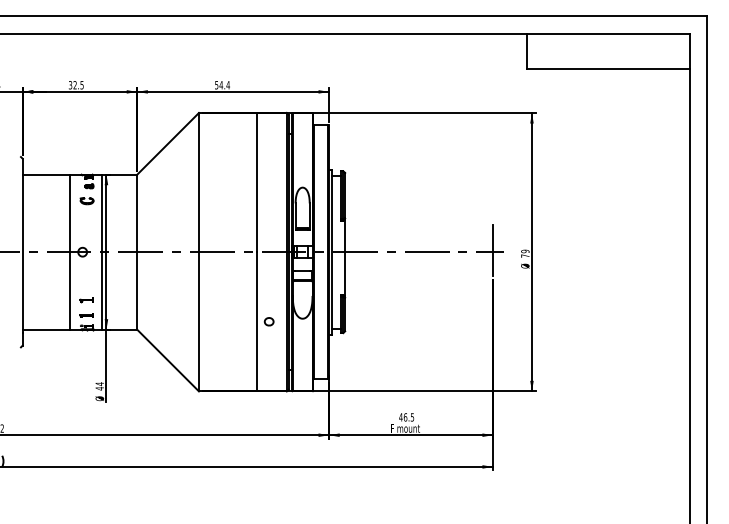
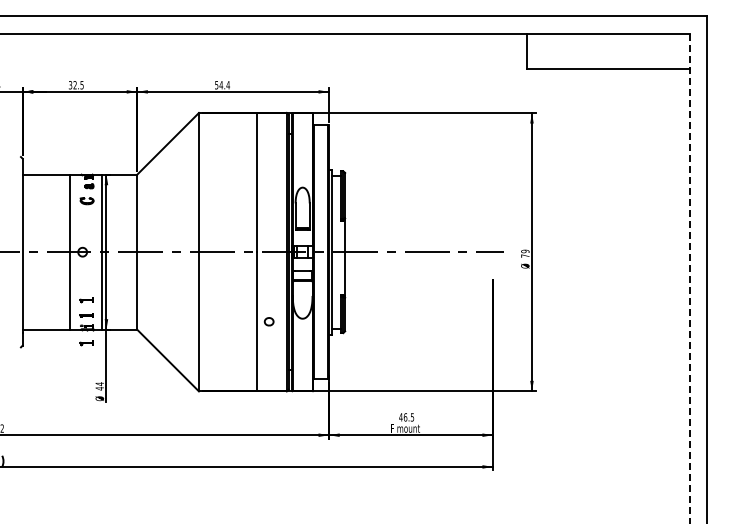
line at (493, 250): present -> none
line at (689, 278): solid -> dashed
part at (86, 343): none -> present
